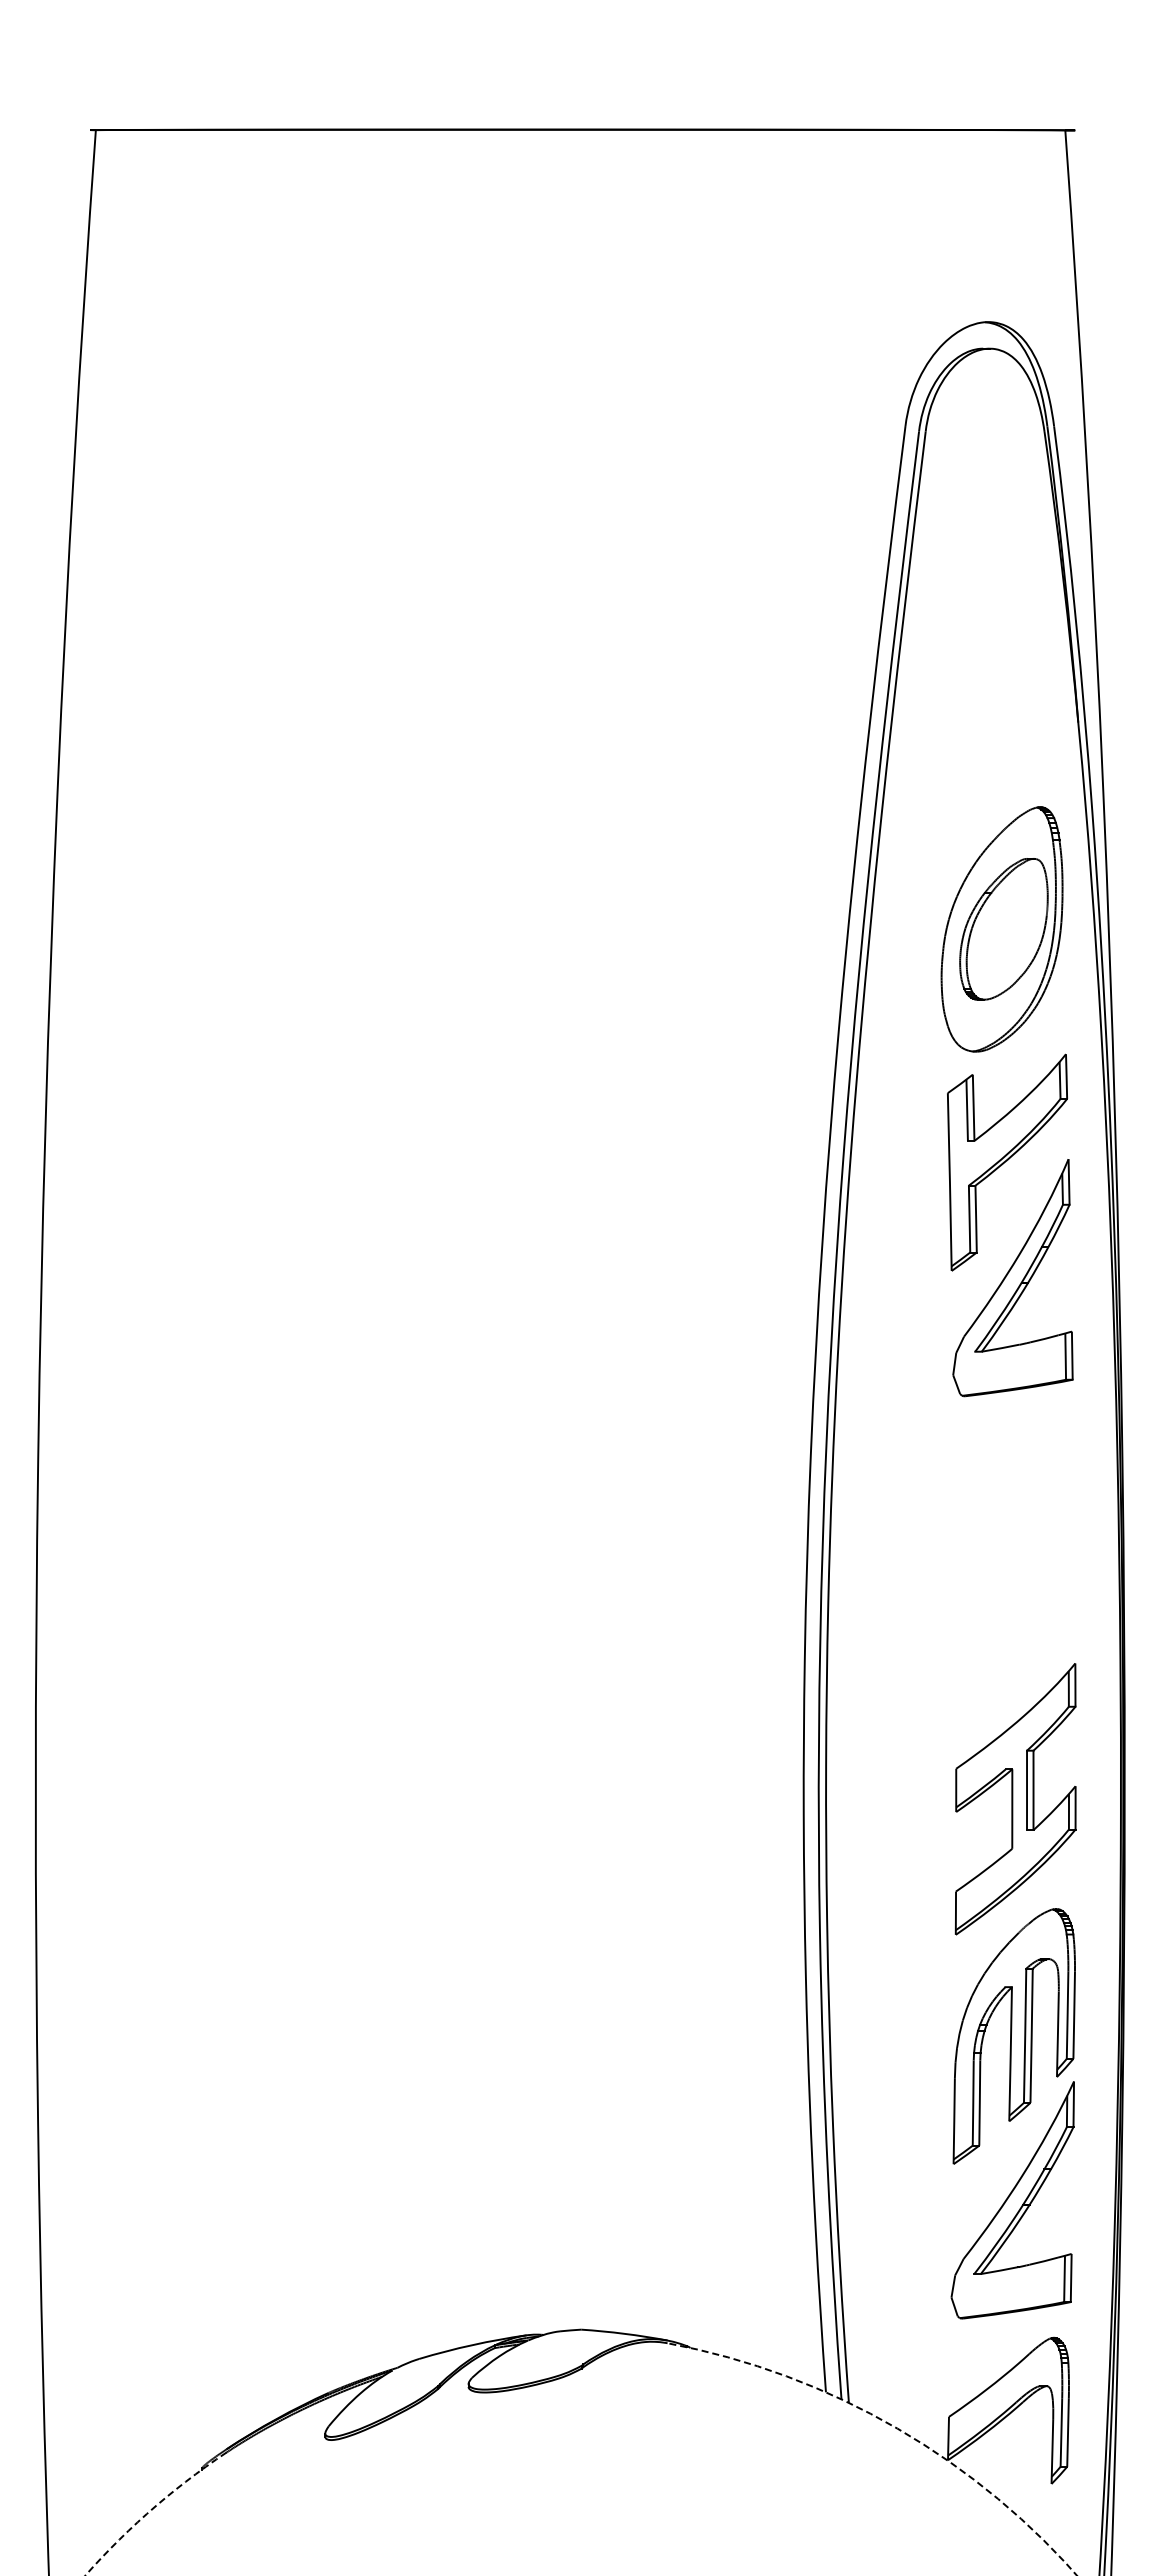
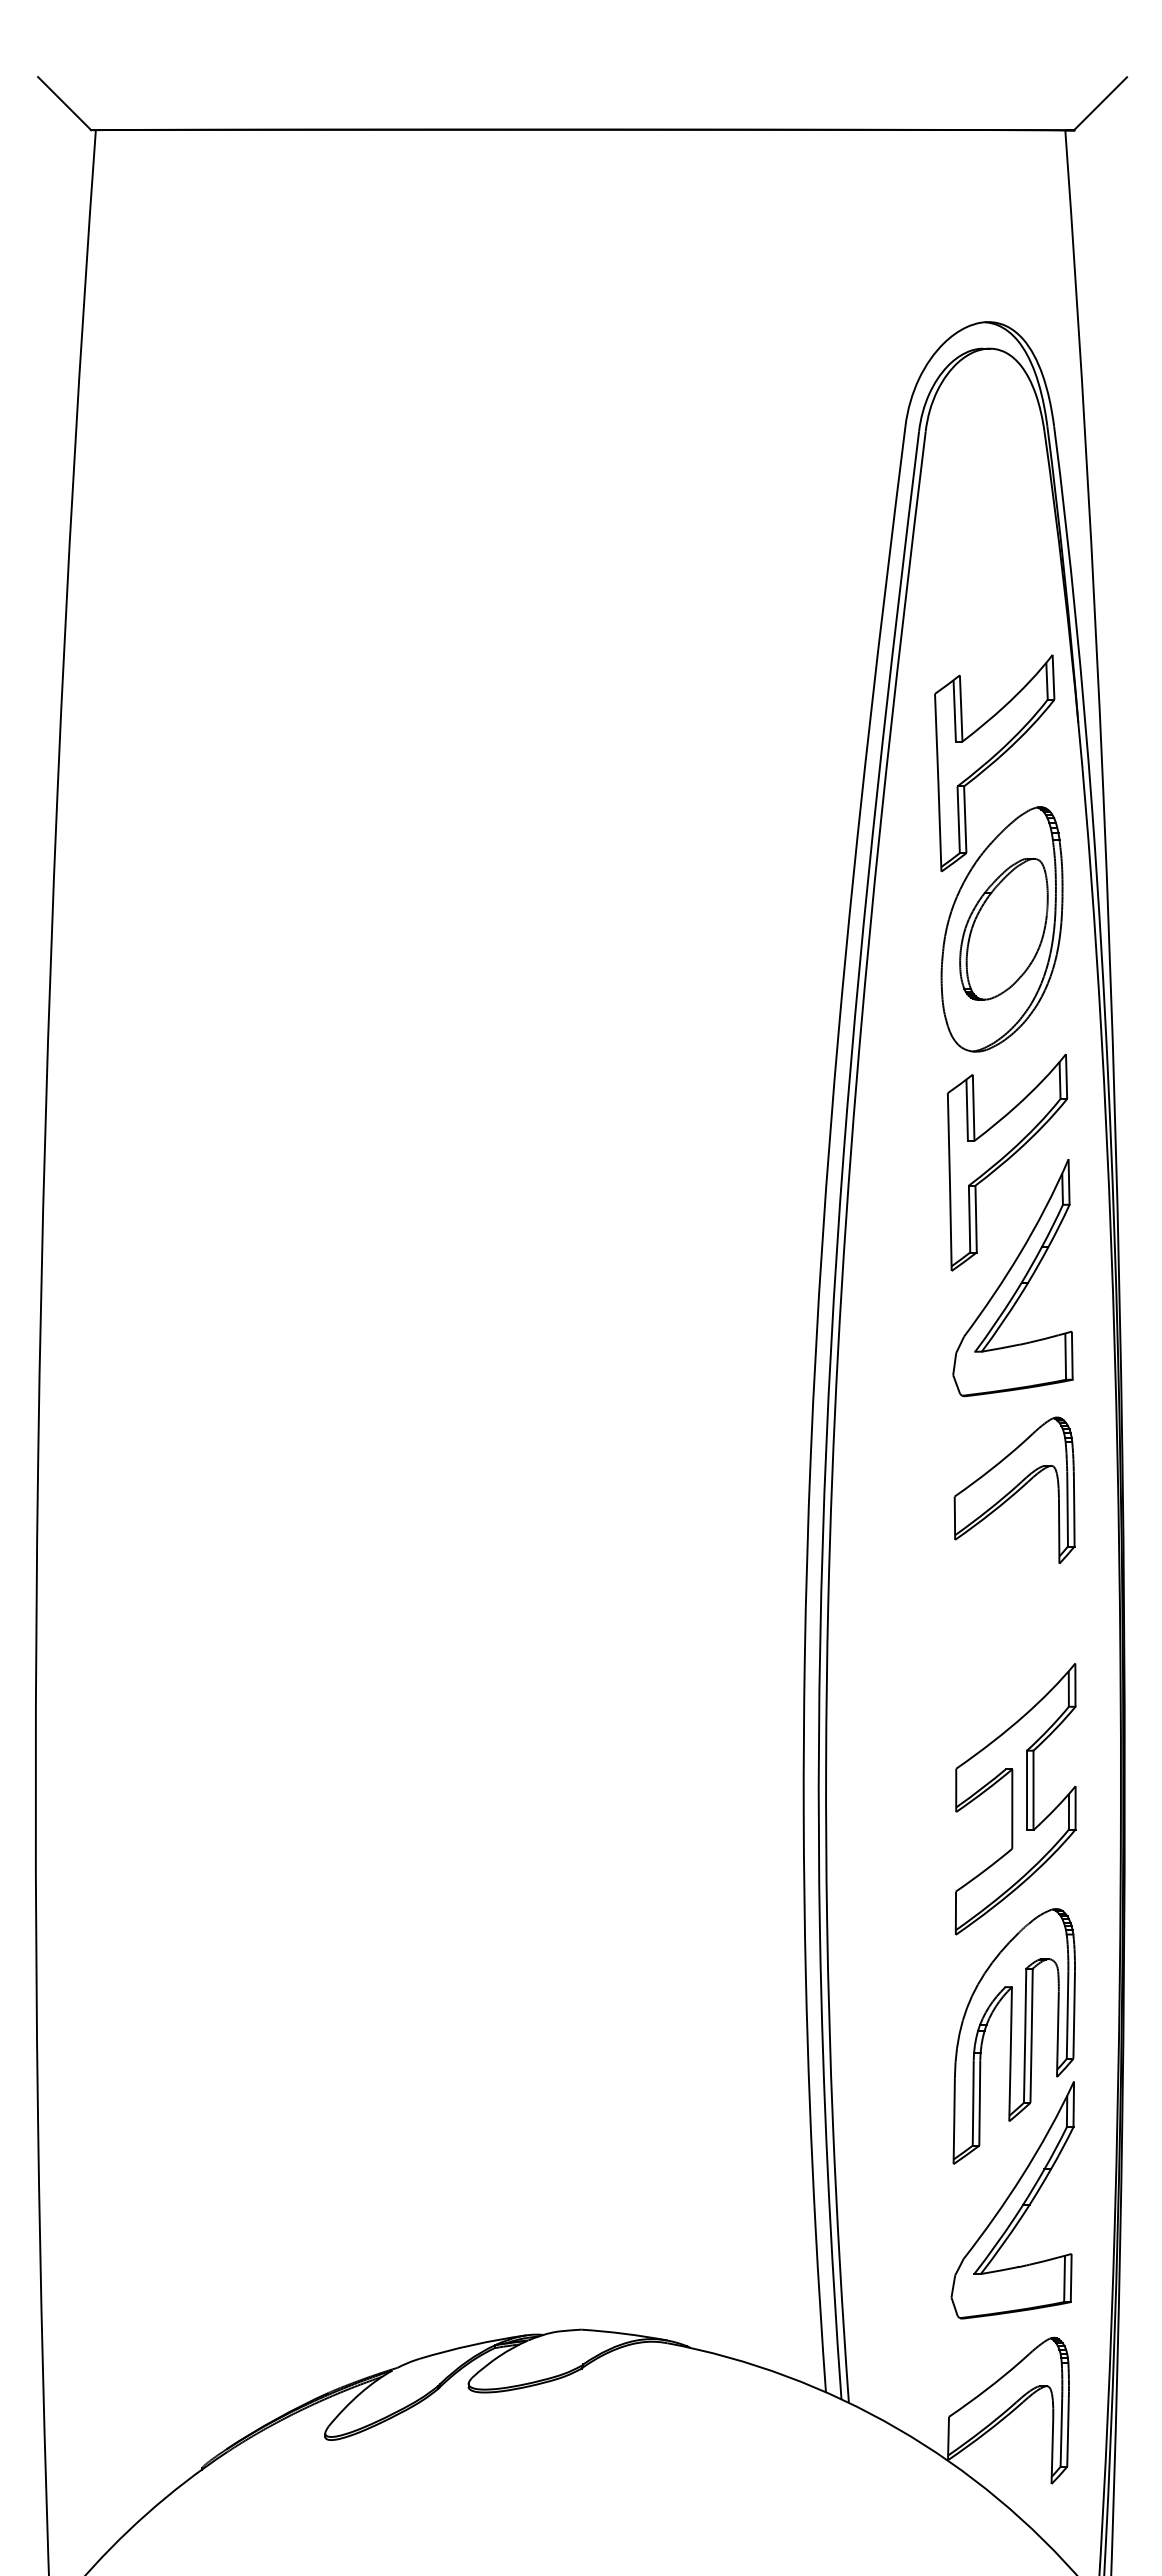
line at (64, 103): none -> present
line at (1100, 103): none -> present
part at (994, 763): none -> present
part at (1014, 1489): none -> present
arc at (891, 2425): dashed -> solid
arc at (151, 2510): dashed -> solid
